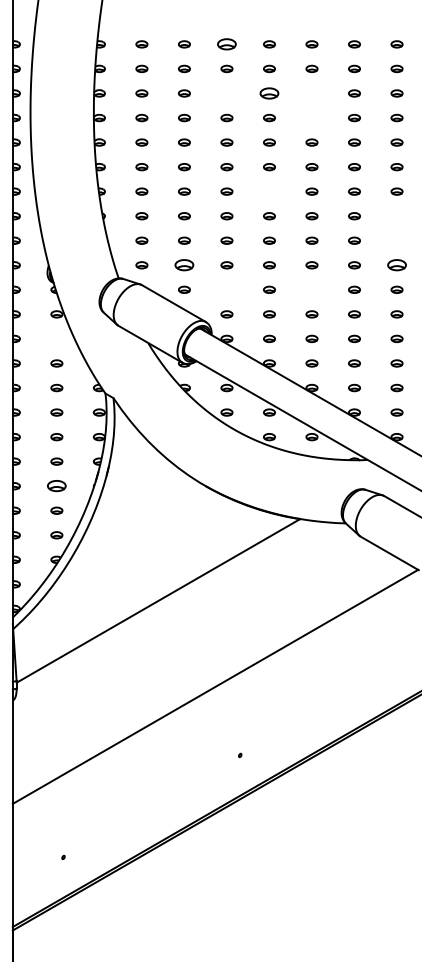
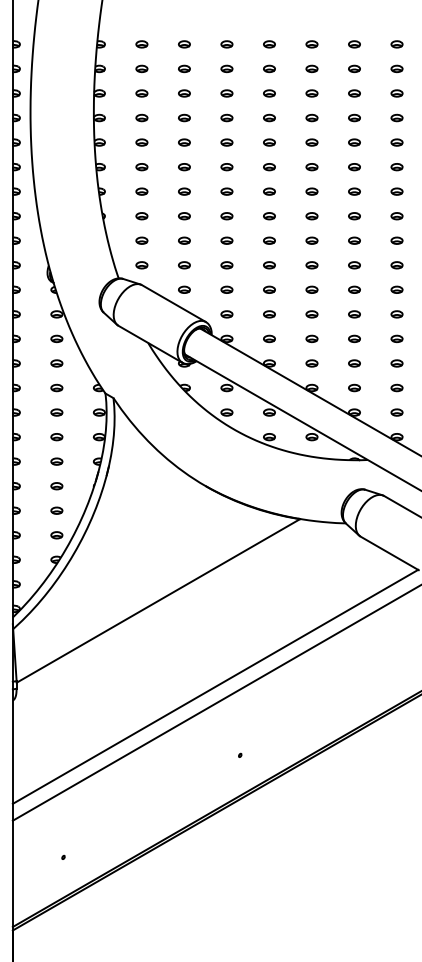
part at (226, 44) size: 20x13 px -> 14x9 px
part at (226, 93): none -> present
part at (269, 93) size: 21x13 px -> 13x9 px
part at (311, 93): none -> present
part at (311, 117): none -> present
part at (269, 191): none -> present
part at (396, 216): none -> present
part at (396, 240): none -> present
part at (184, 265) size: 21x13 px -> 13x9 px
part at (396, 265) size: 20x13 px -> 14x9 px
part at (226, 289): none -> present
part at (311, 289): none -> present
part at (56, 338): none -> present
part at (56, 486) size: 20x13 px -> 14x9 px
line at (215, 703): none -> present
